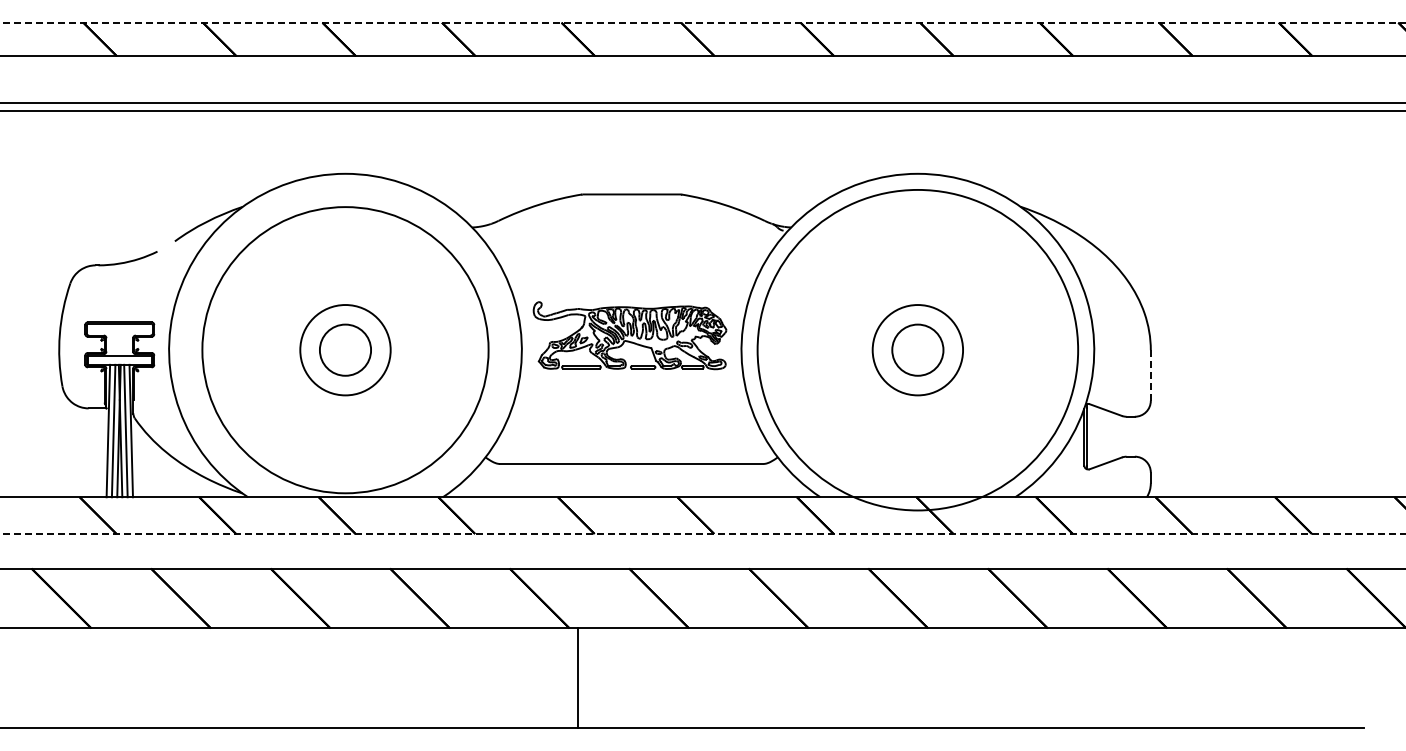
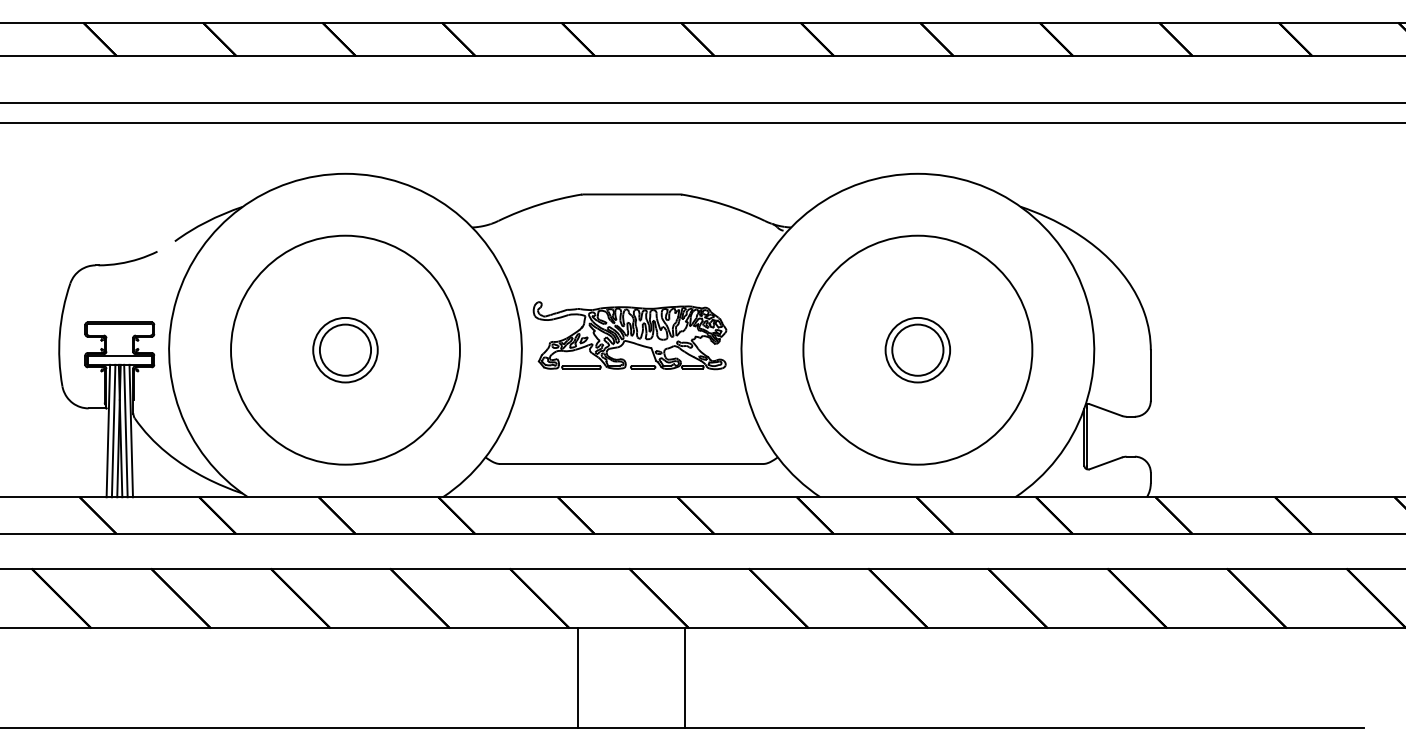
line at (703, 22): dashed -> solid
line at (702, 110) position: (702, 110) -> (702, 122)
circle at (917, 349) diameter: 321 px -> 229 px
circle at (345, 350) diameter: 286 px -> 229 px
circle at (345, 350) diameter: 90 px -> 65 px
circle at (917, 350) diameter: 90 px -> 65 px
line at (1150, 375): dashed -> solid
line at (702, 533): dashed -> solid
line at (684, 678): none -> present
